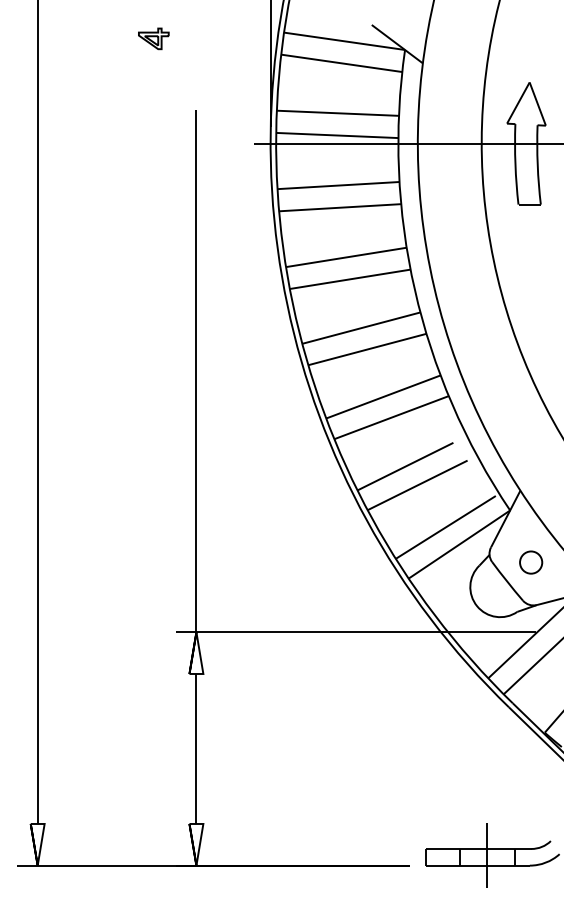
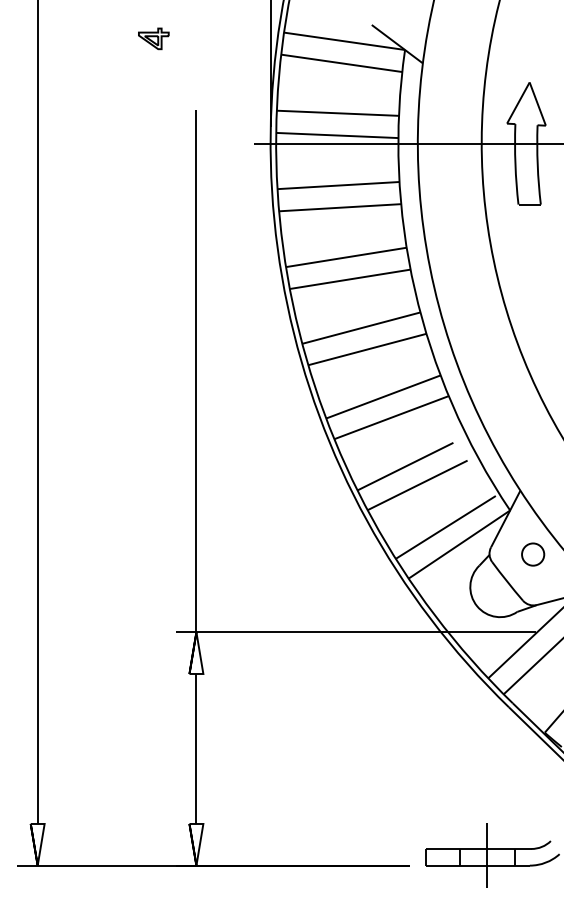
part at (531, 562) position: (531, 562) -> (533, 554)
